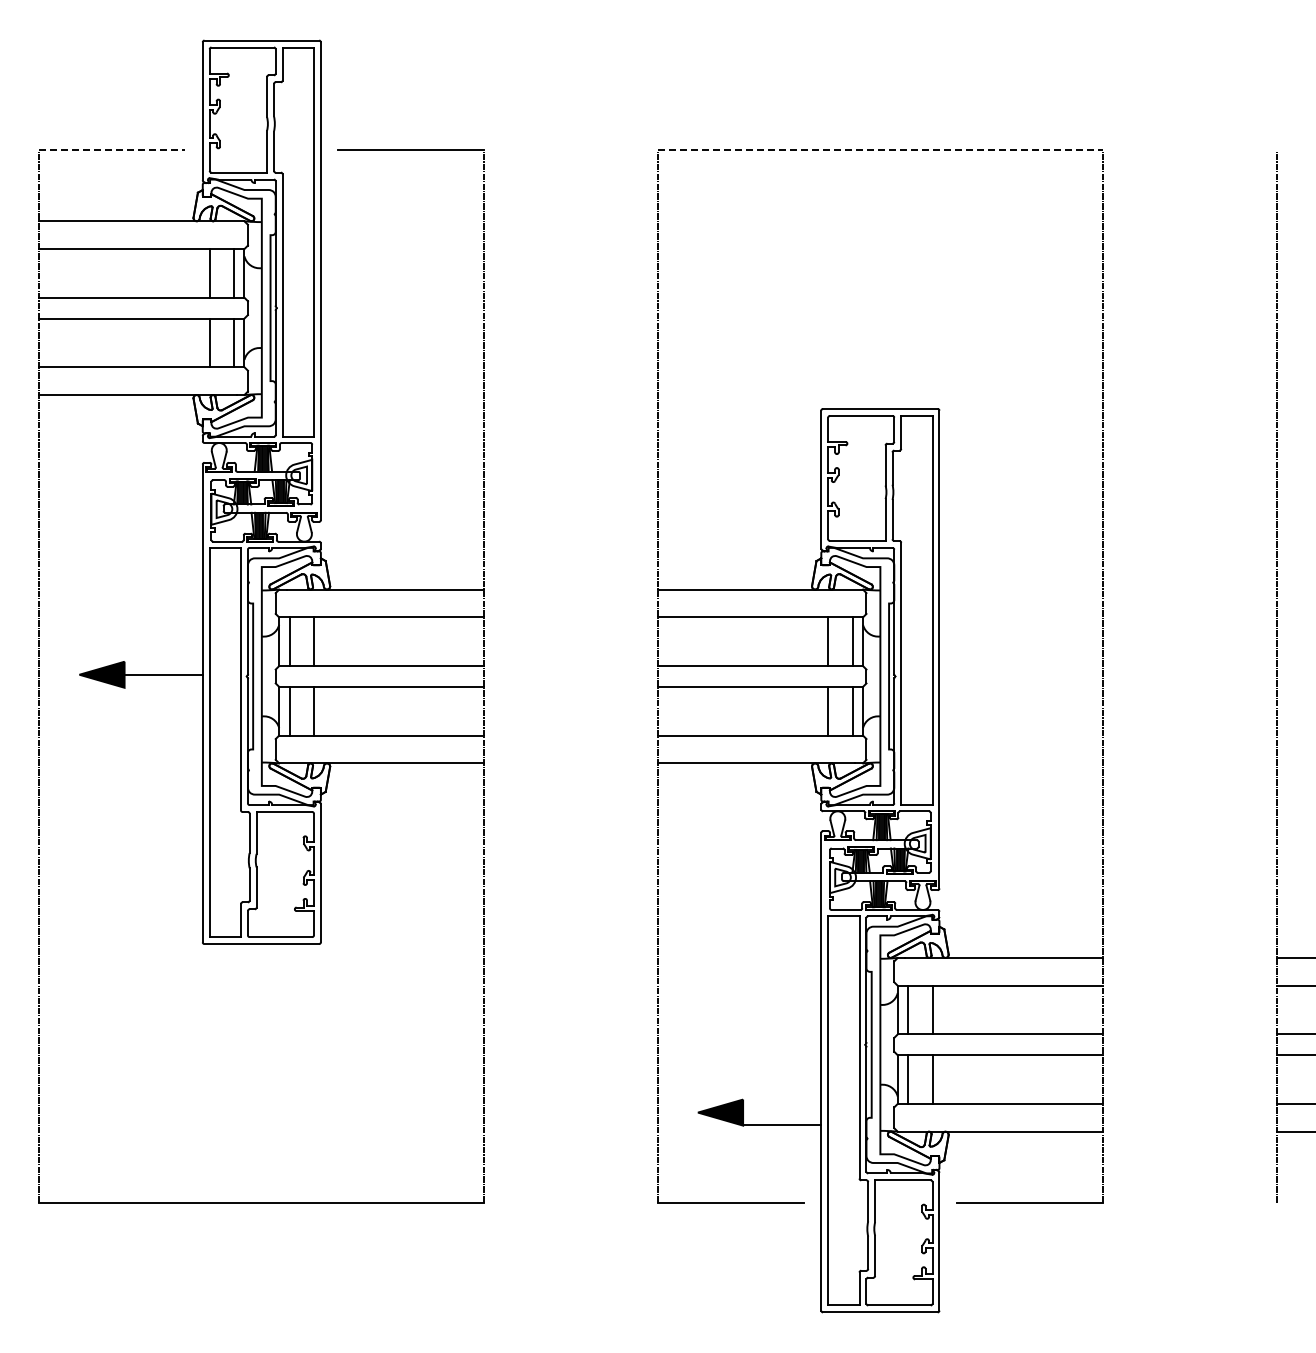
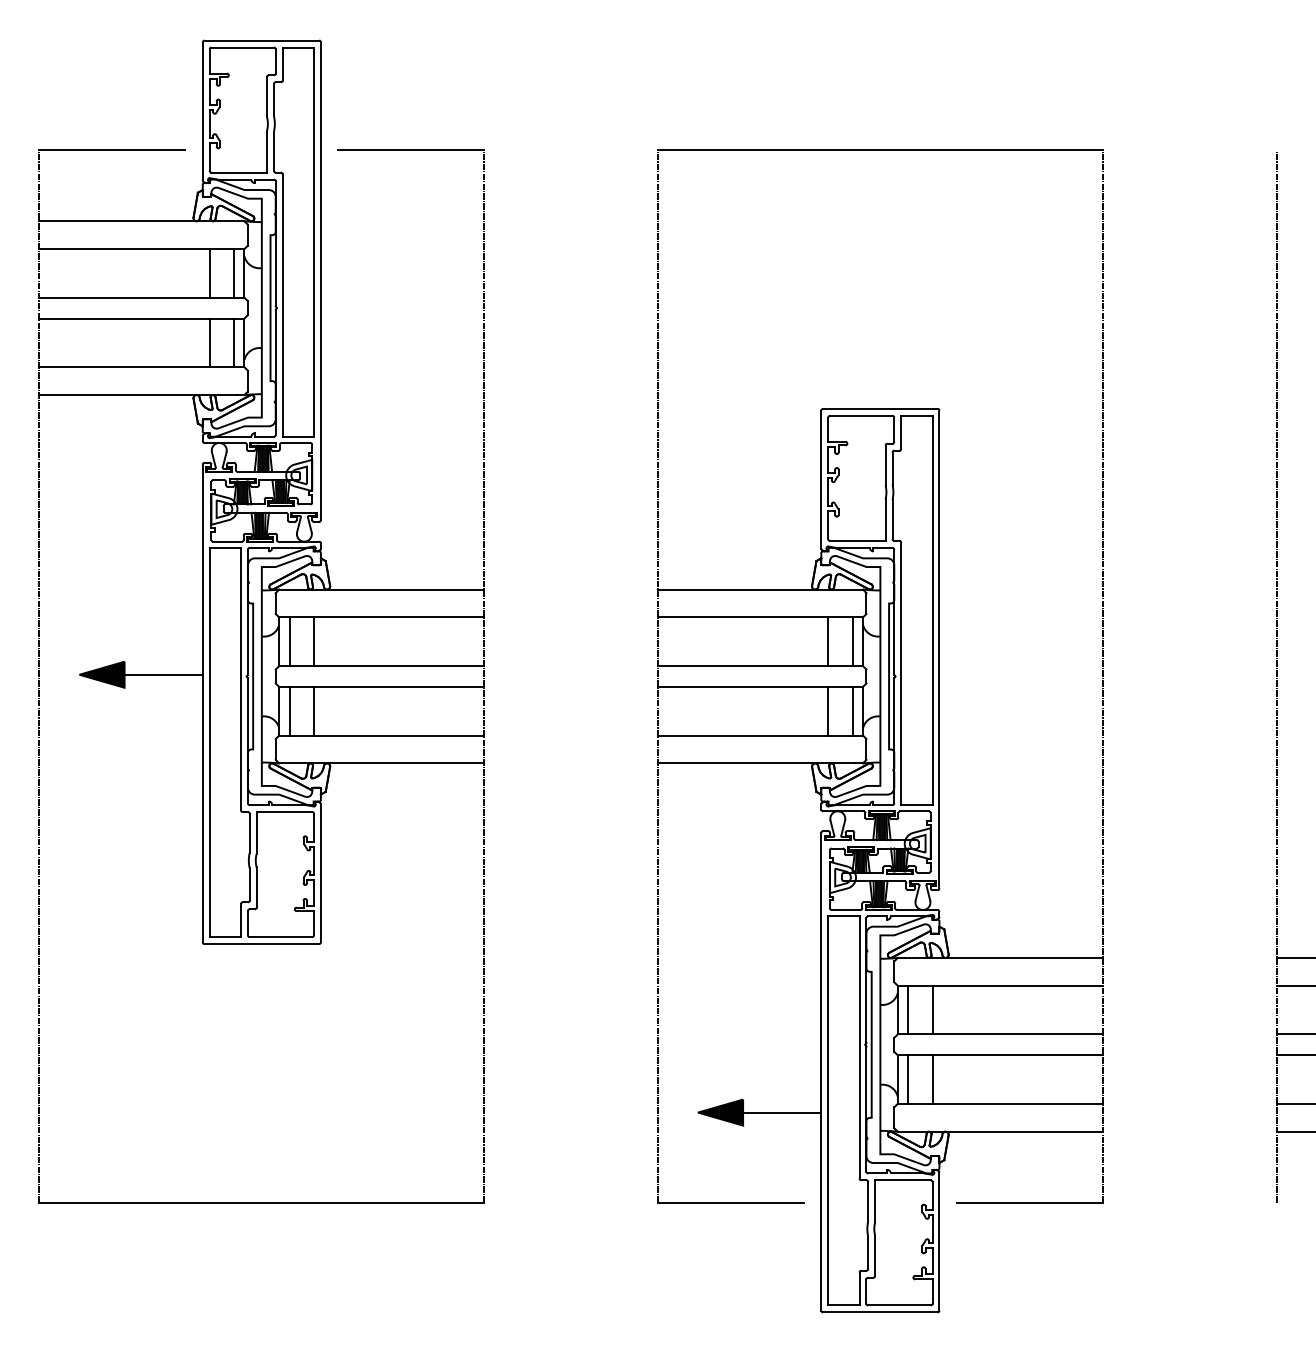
line at (112, 150): dashed -> solid
line at (880, 150): dashed -> solid
line at (782, 1124) position: (782, 1124) -> (782, 1112)
